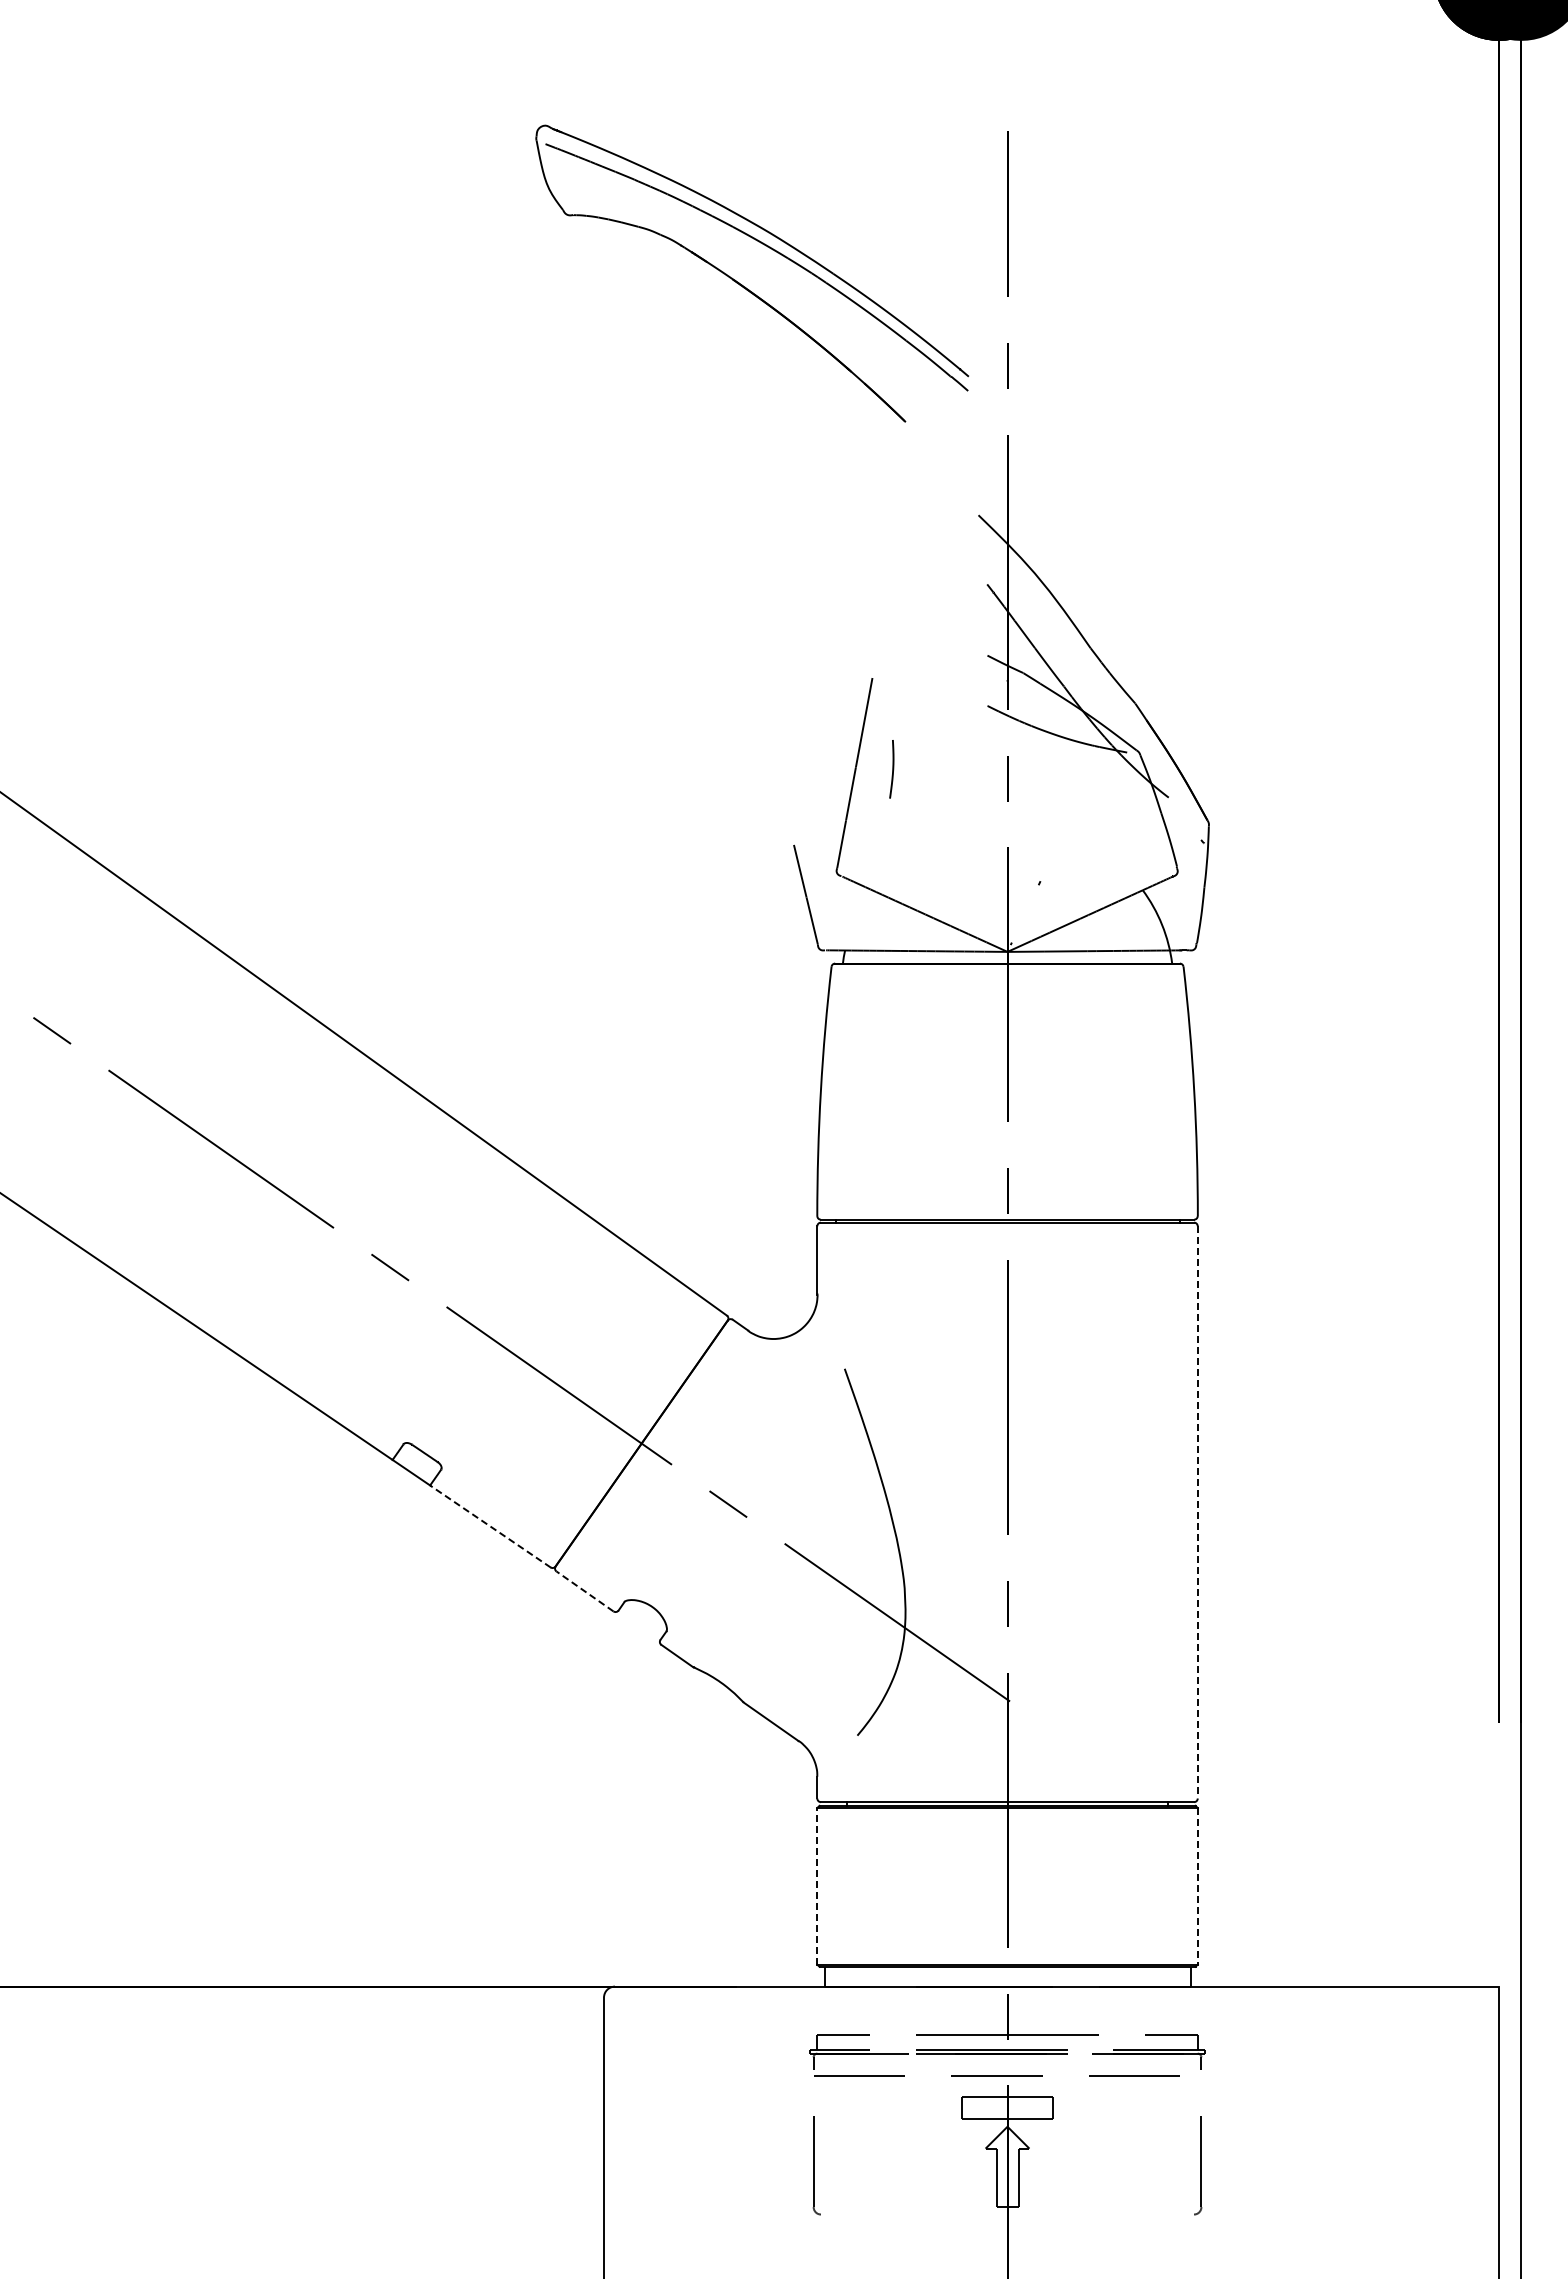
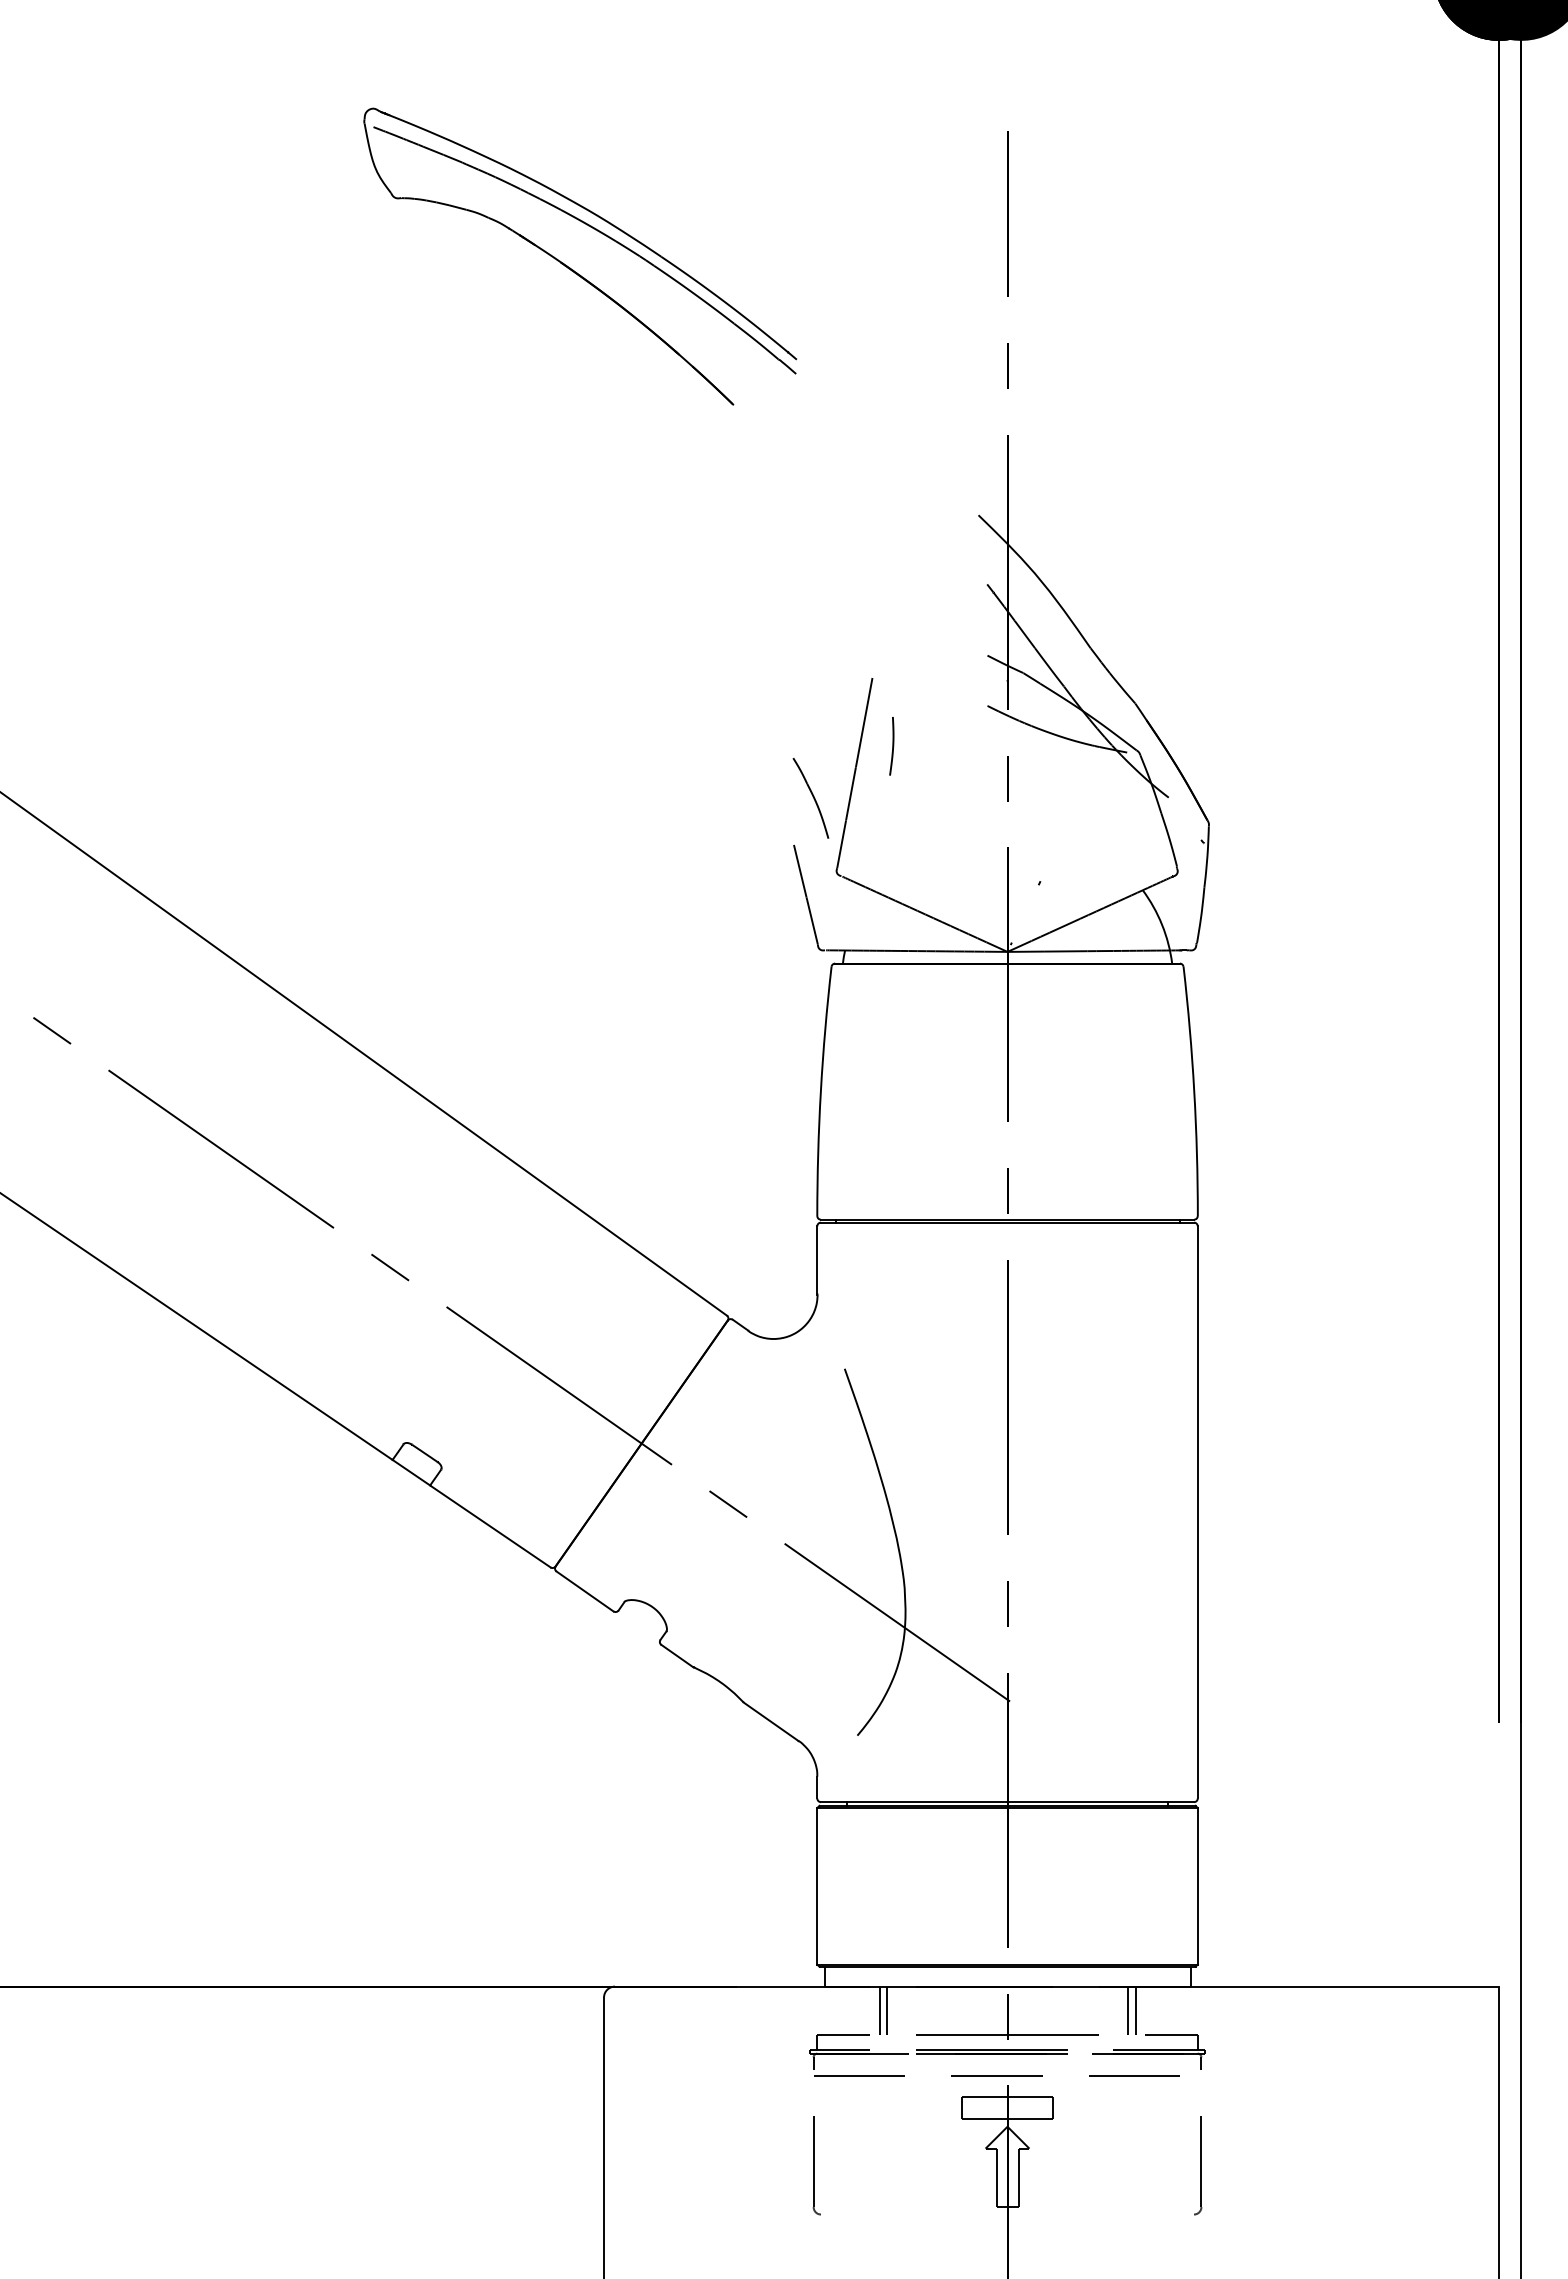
part at (742, 284) position: (742, 284) -> (570, 267)
curve at (892, 769) position: (892, 769) -> (892, 746)
part at (810, 798): none -> present
line at (1197, 1512): dashed -> solid
line at (490, 1526): dashed -> solid
line at (585, 1591): dashed -> solid
line at (817, 1885): dashed -> solid
line at (1197, 1886): dashed -> solid
line at (879, 2010): none -> present
line at (886, 2010): none -> present
line at (1128, 2010): none -> present
line at (1135, 2010): none -> present
